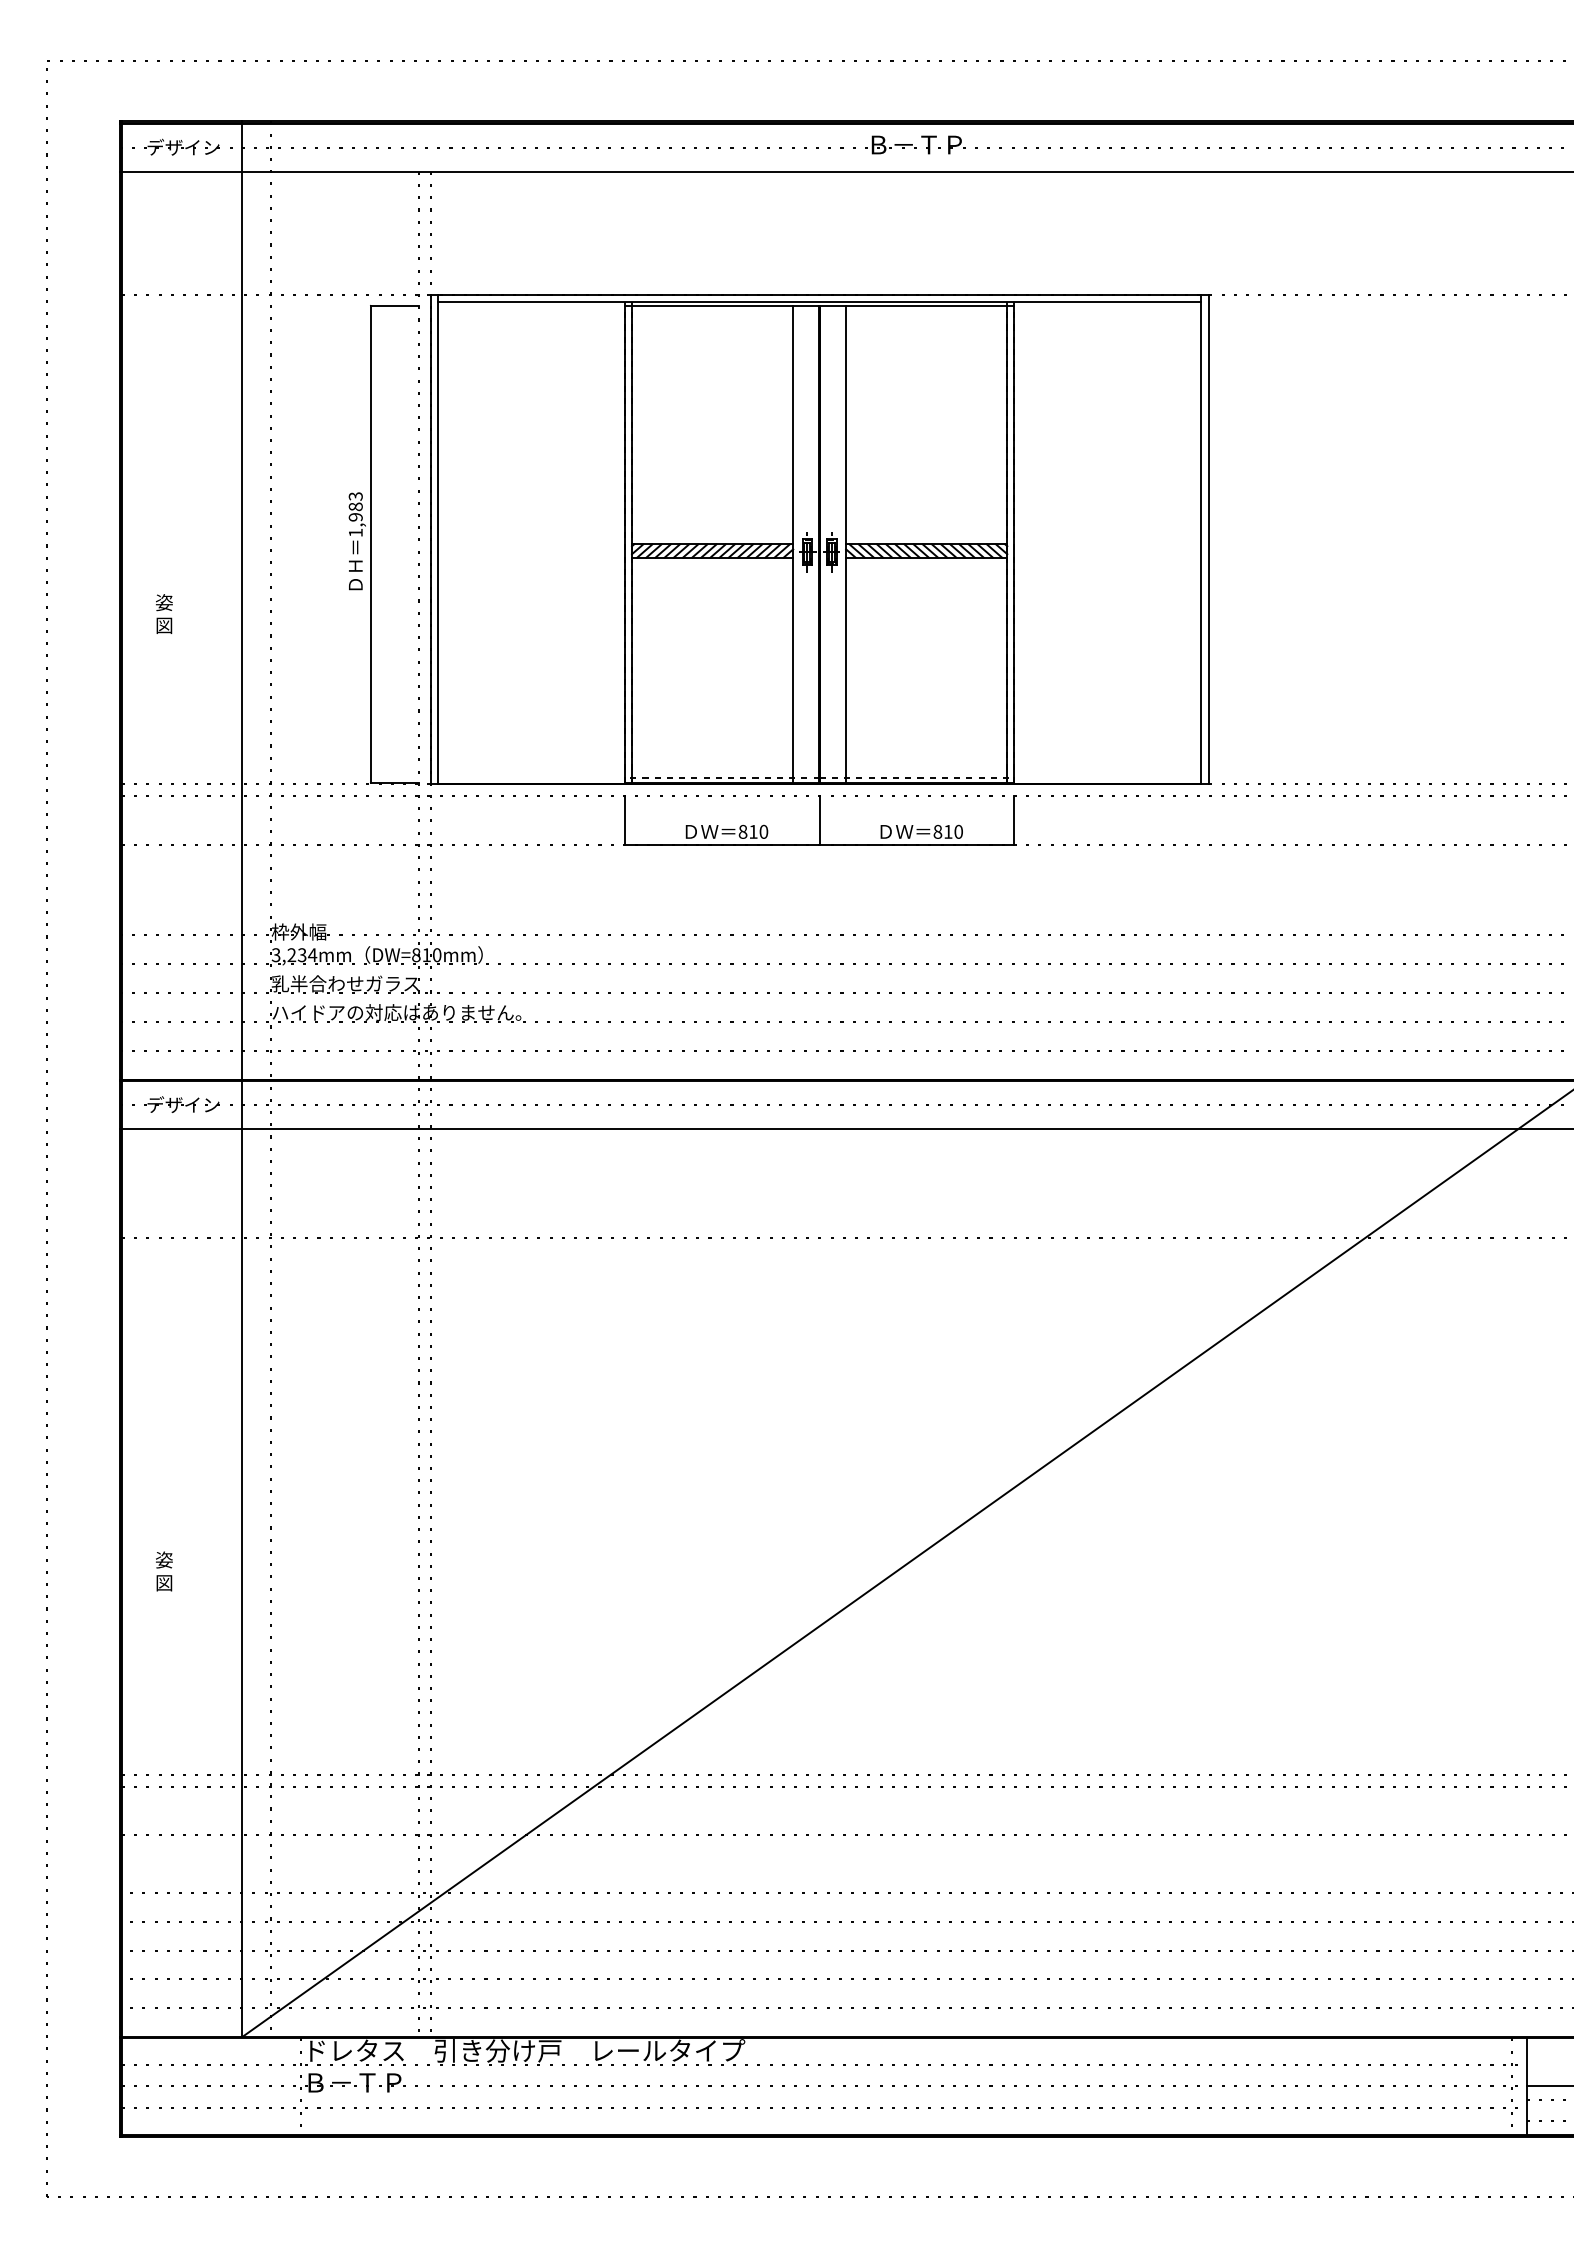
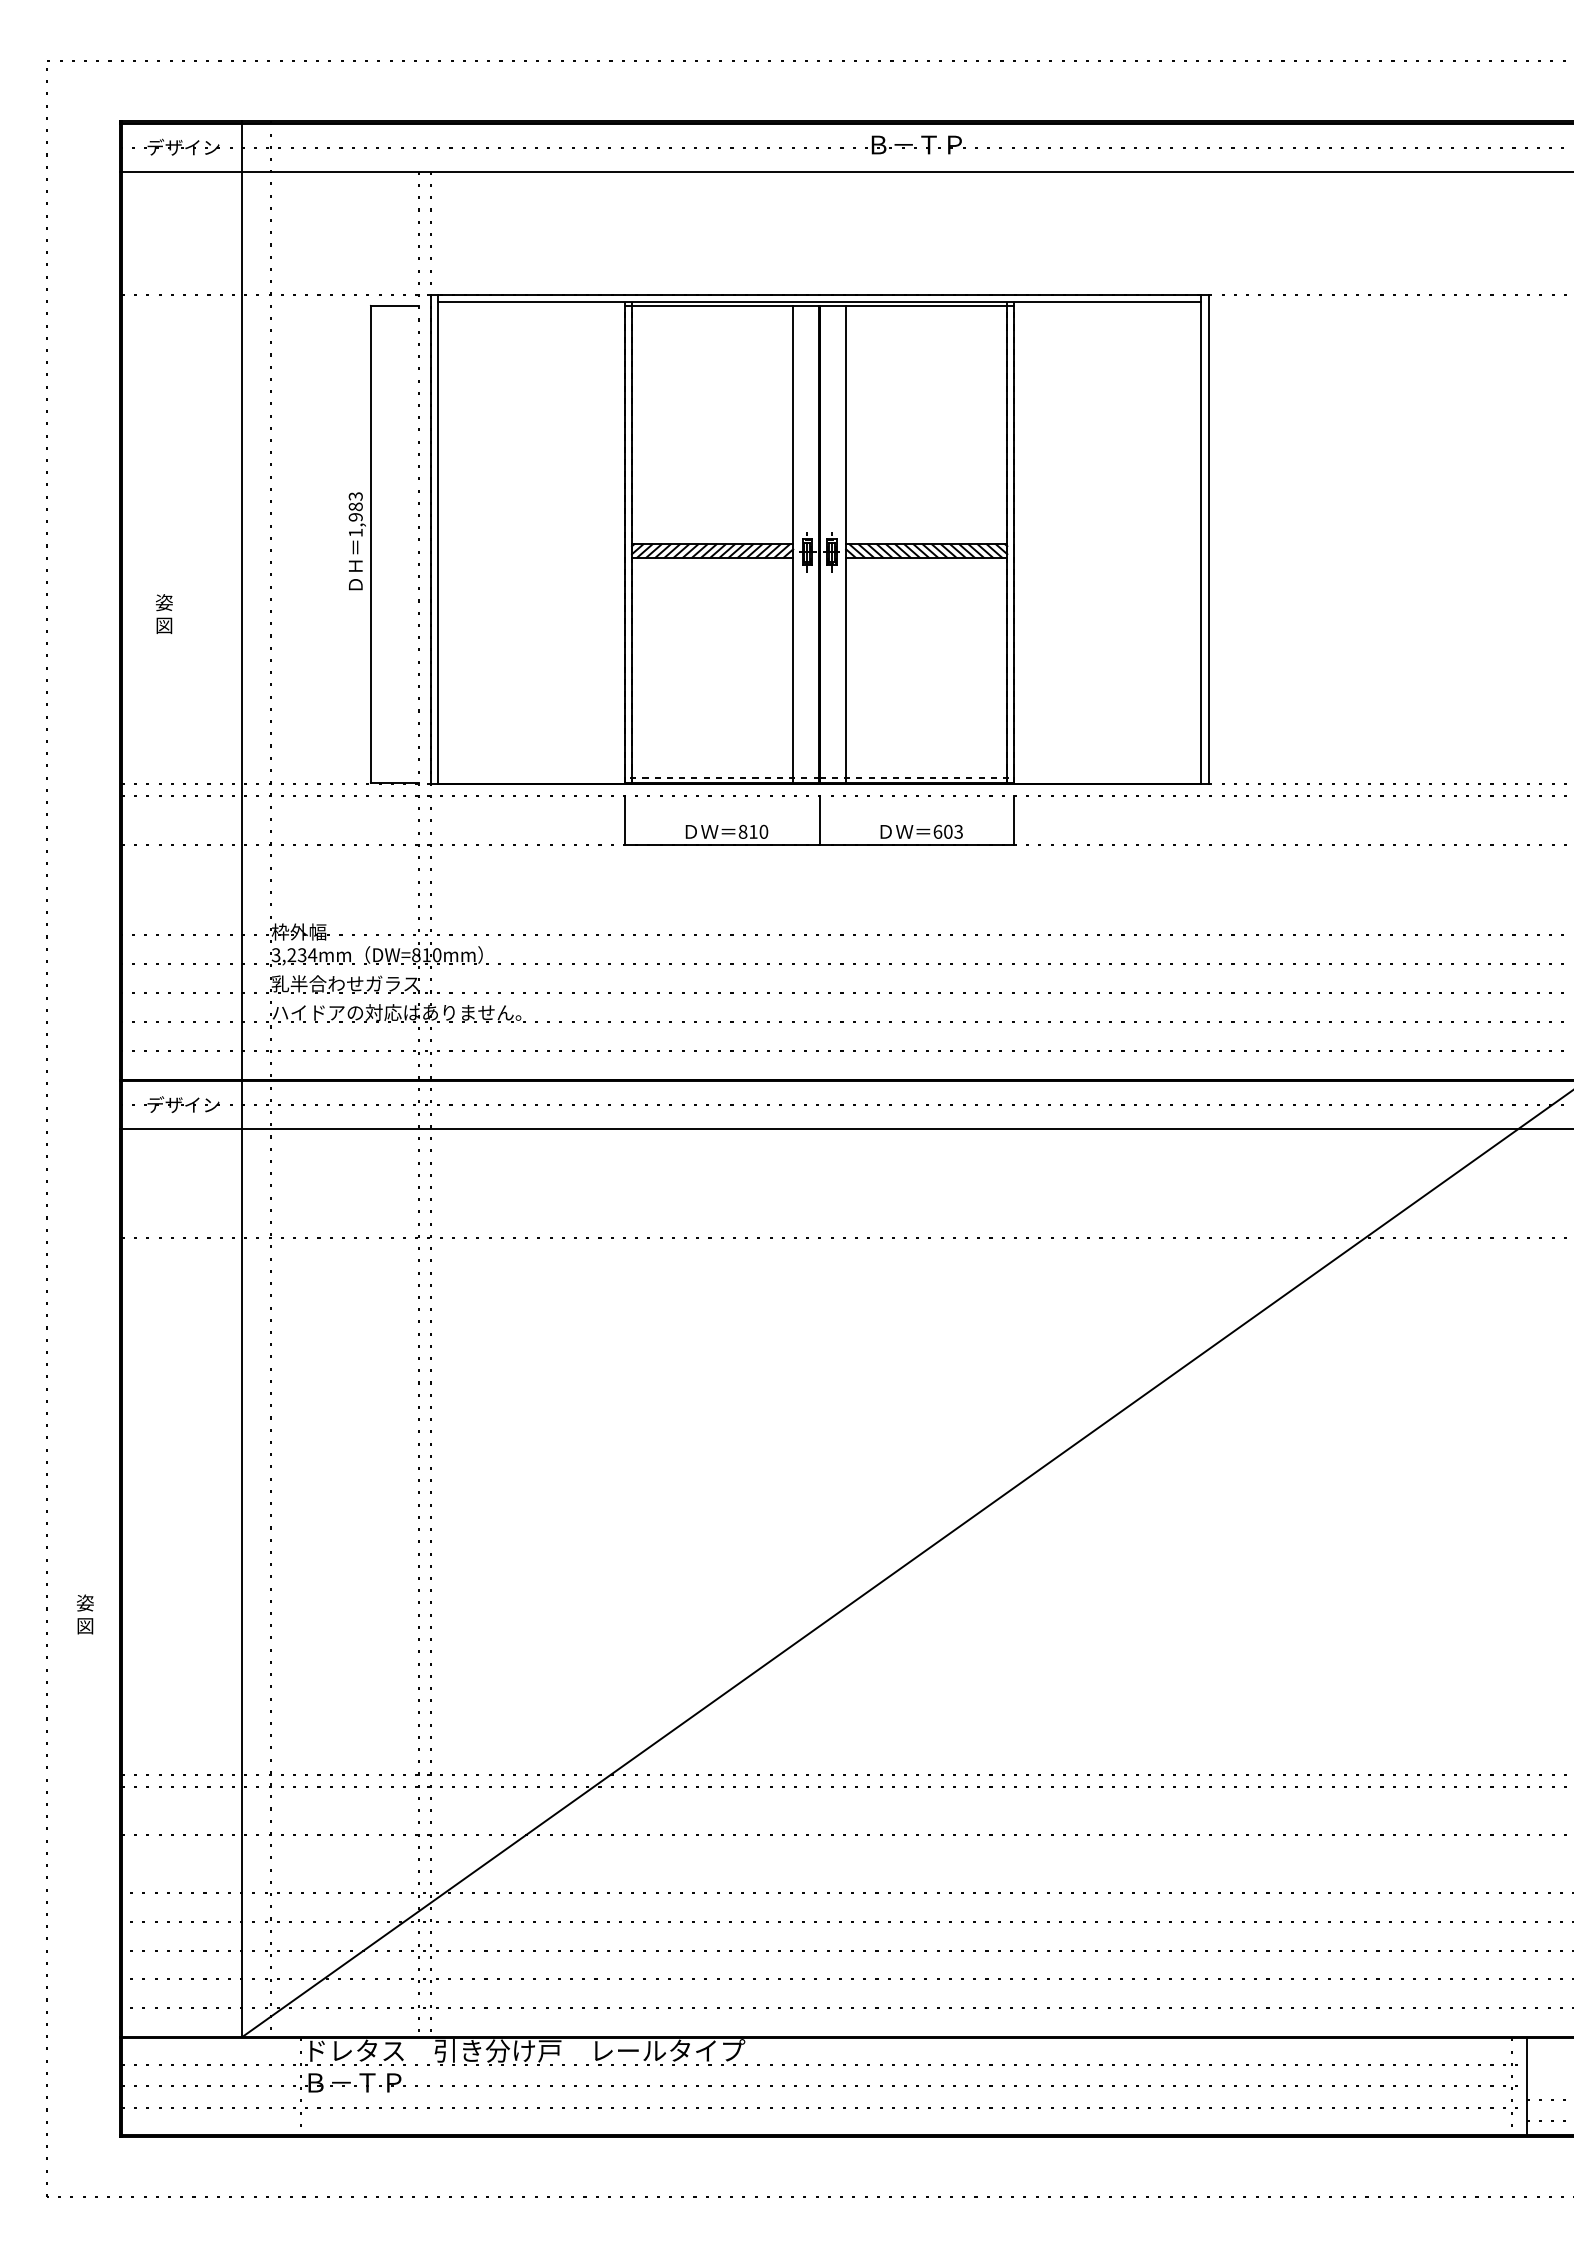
text at (947, 831): 810 -> 603
text at (164, 1571) position: (164, 1571) -> (85, 1614)
line at (1548, 2086): present -> none
